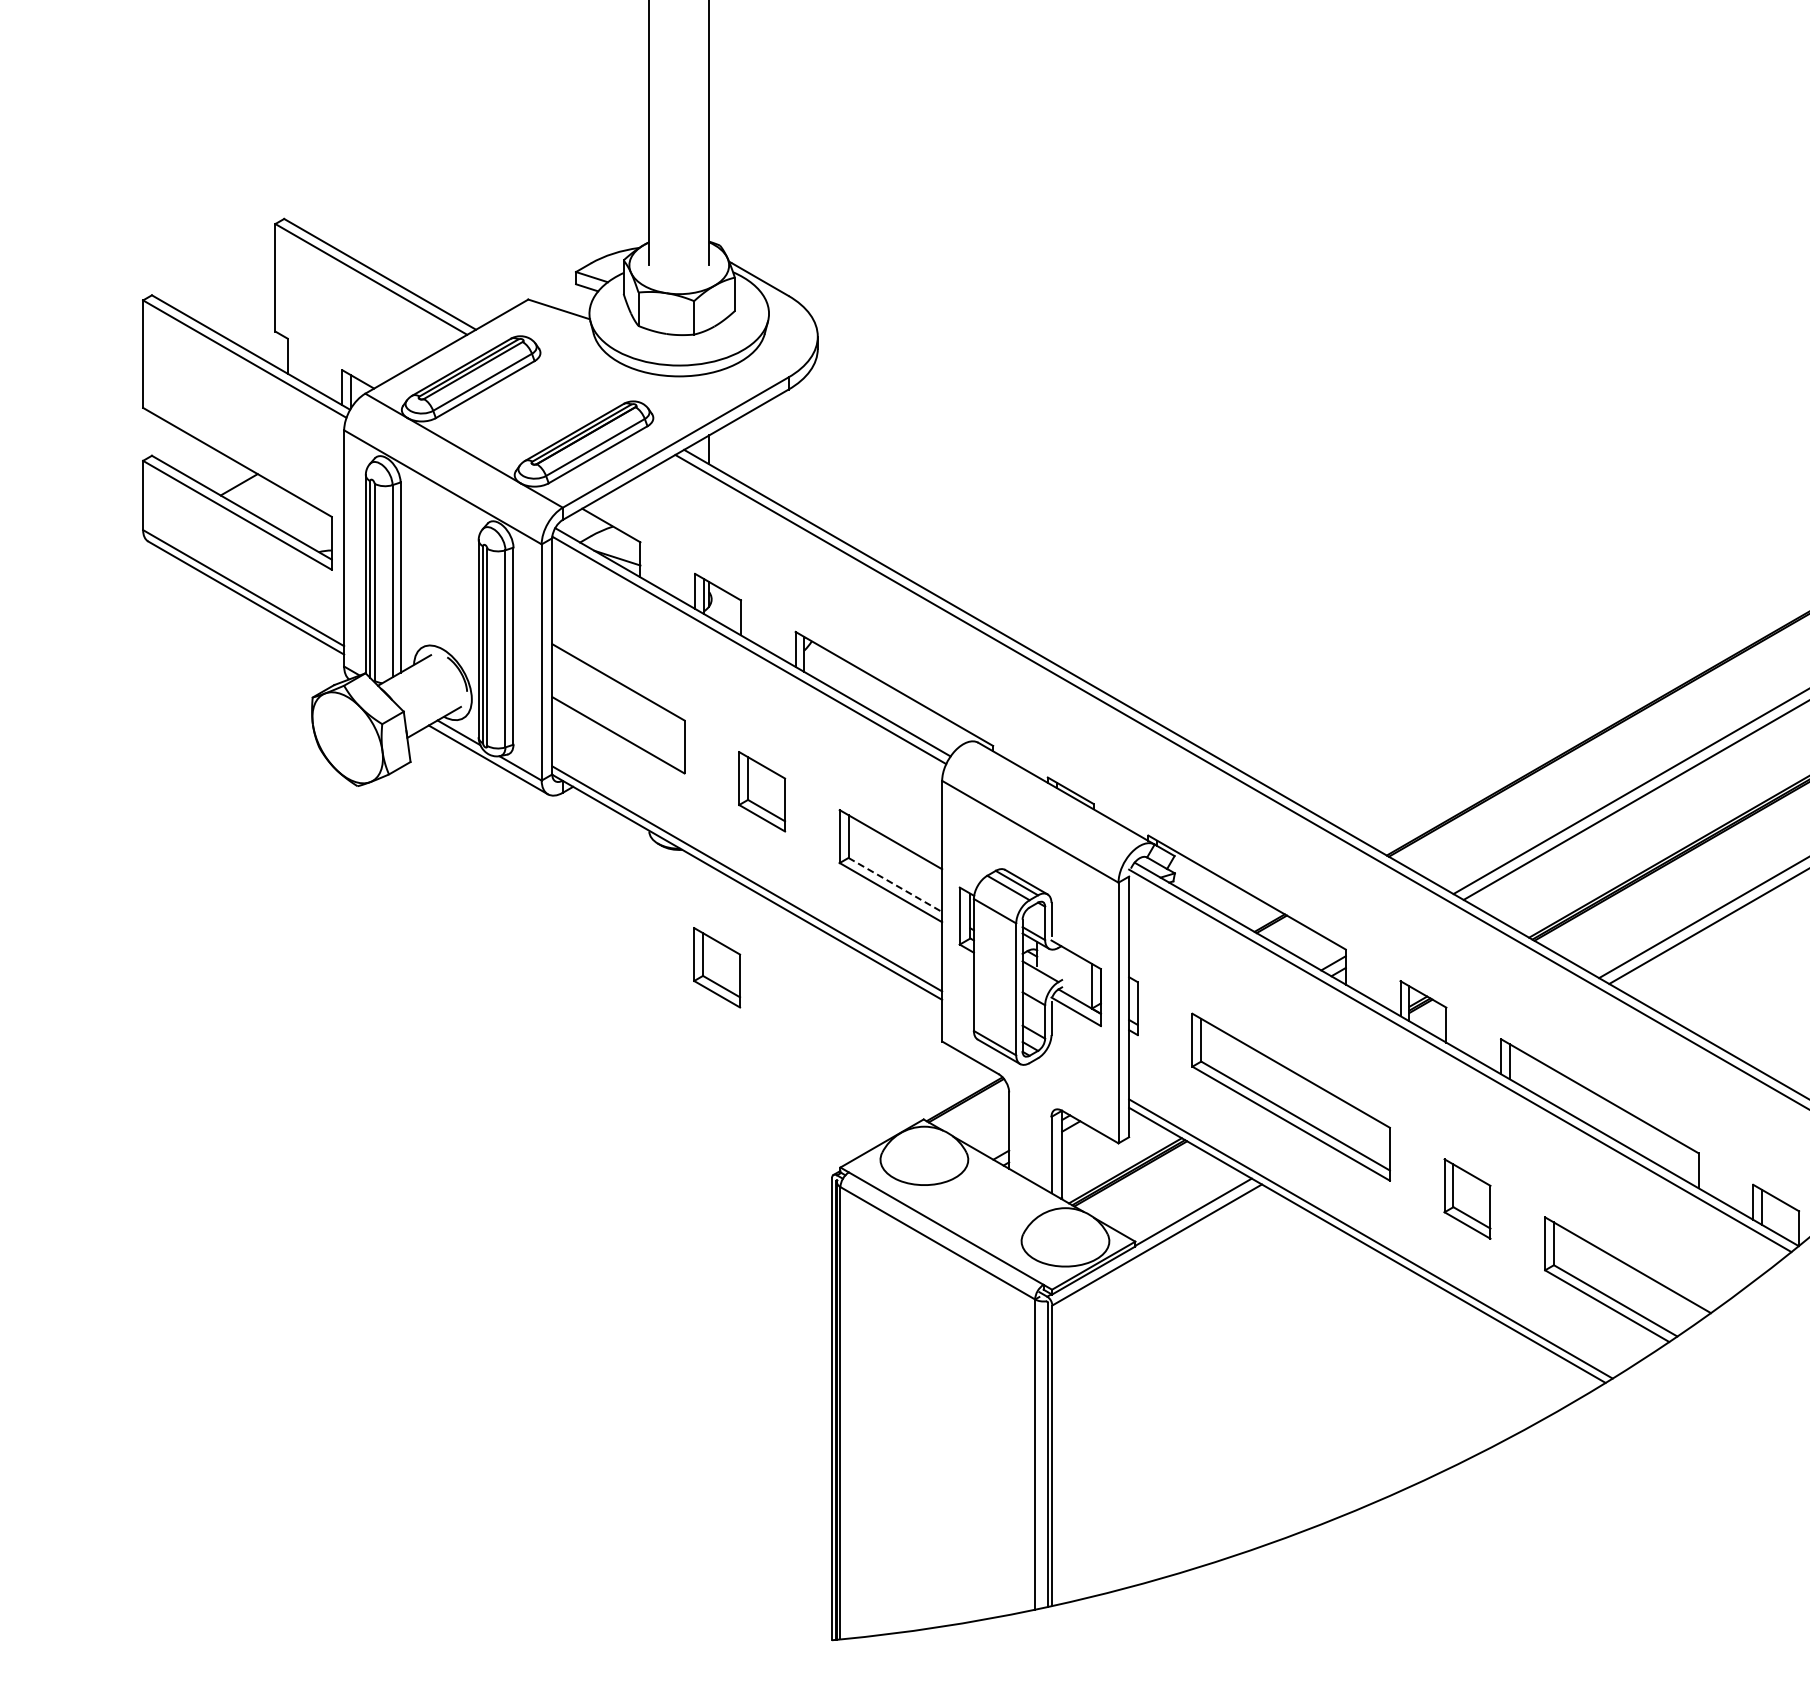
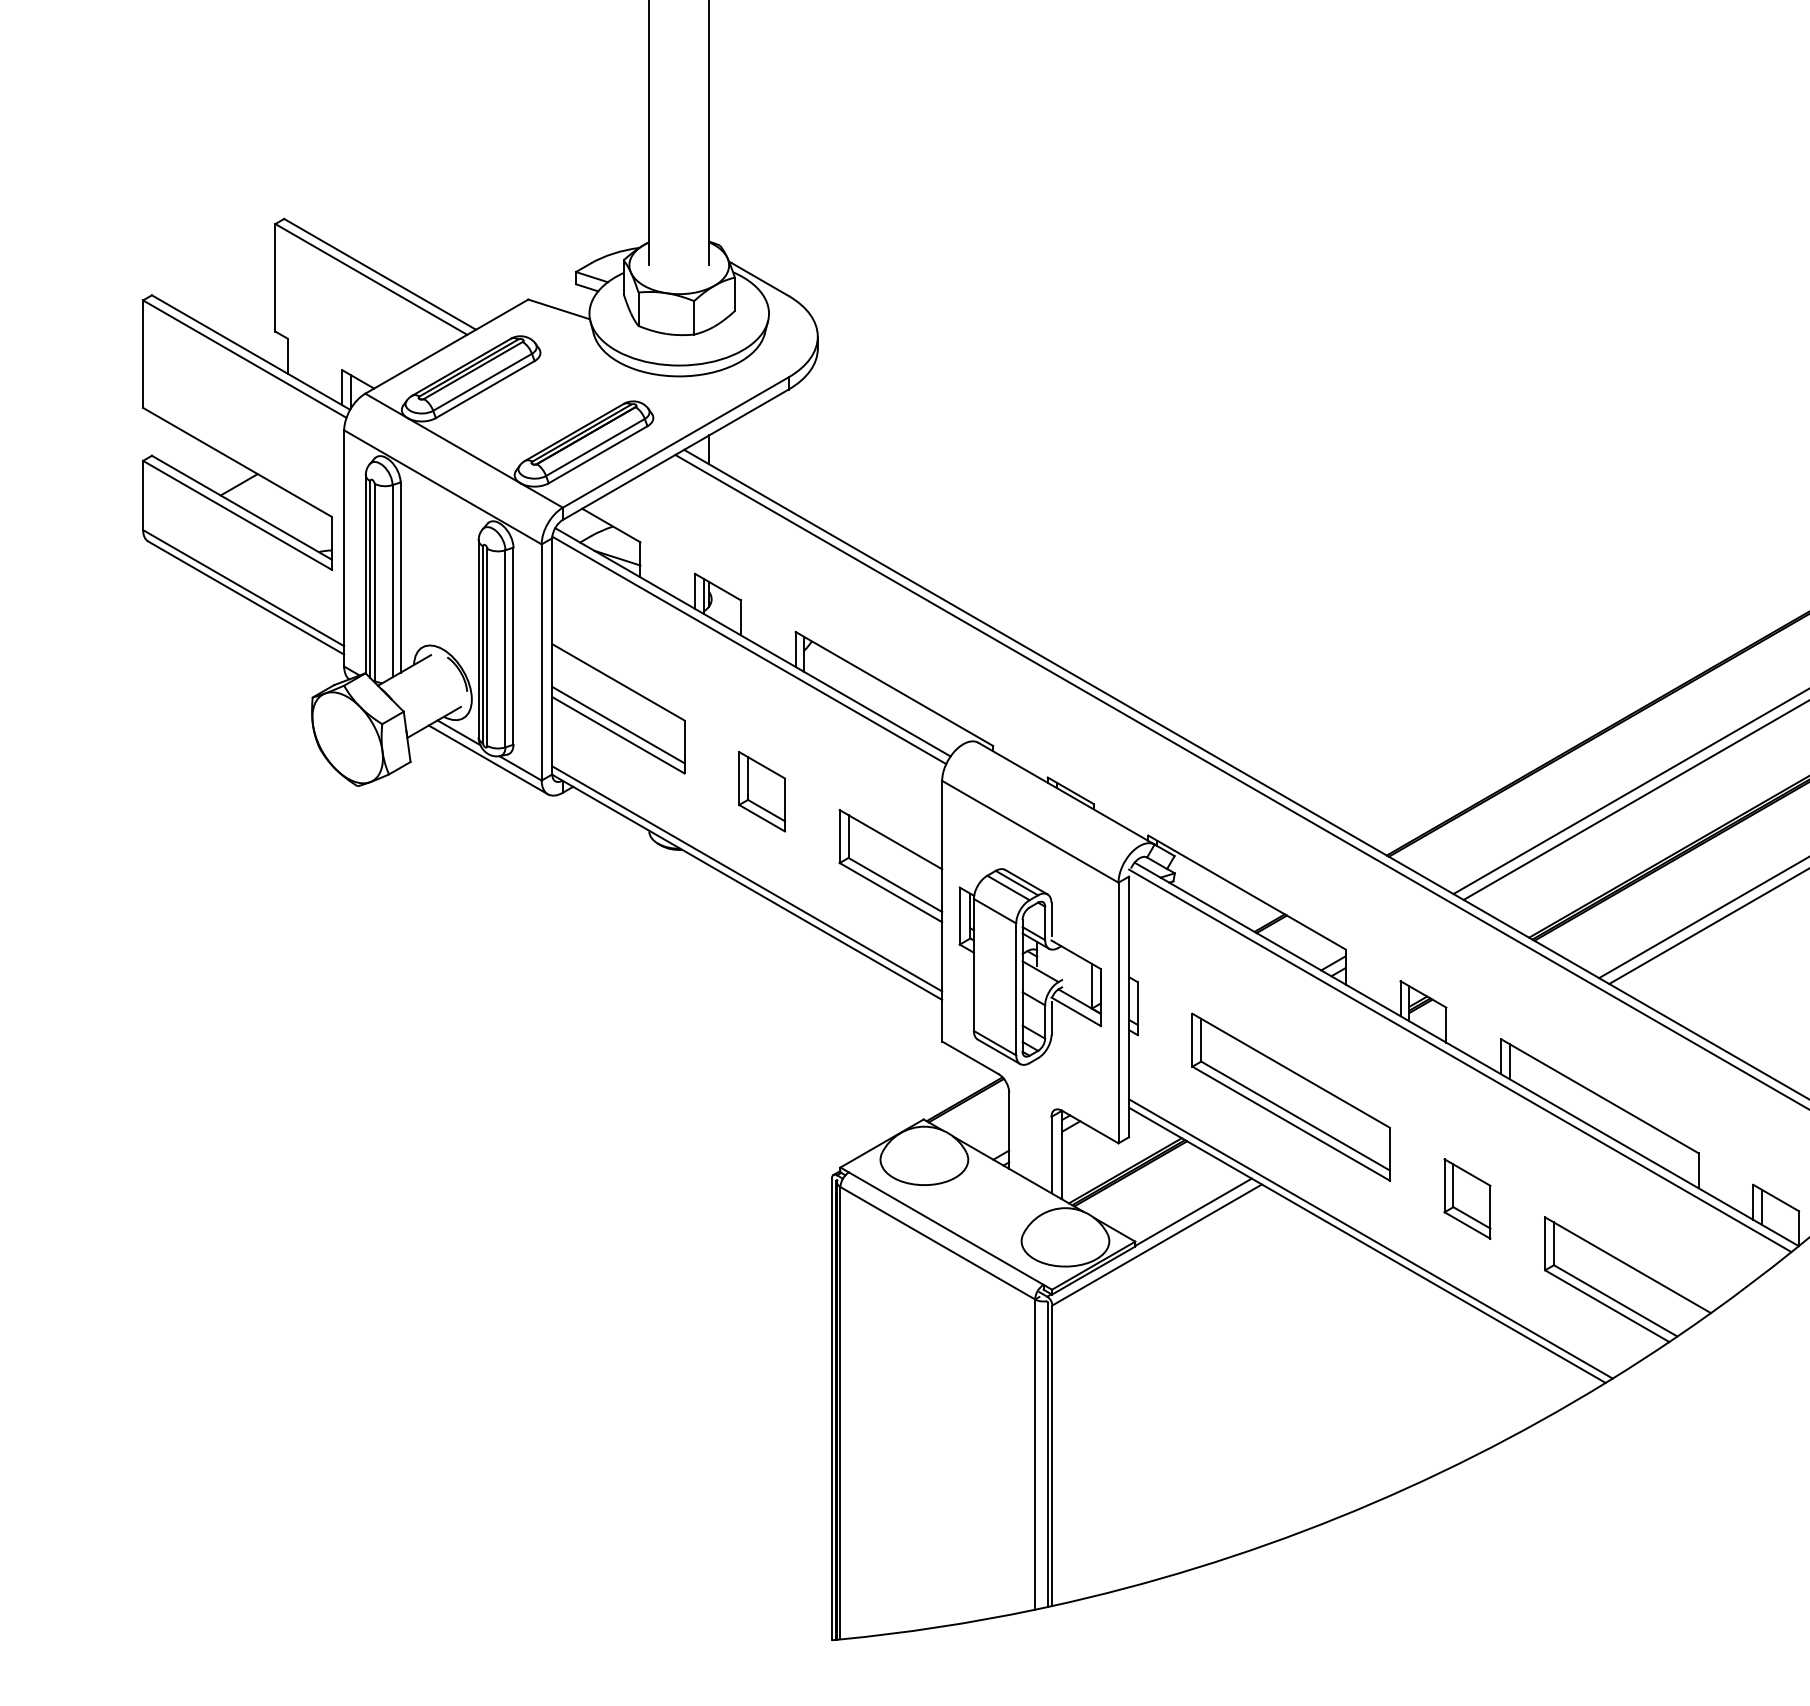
line at (618, 724): none -> present
line at (895, 885): dashed -> solid
part at (717, 967): present -> none
